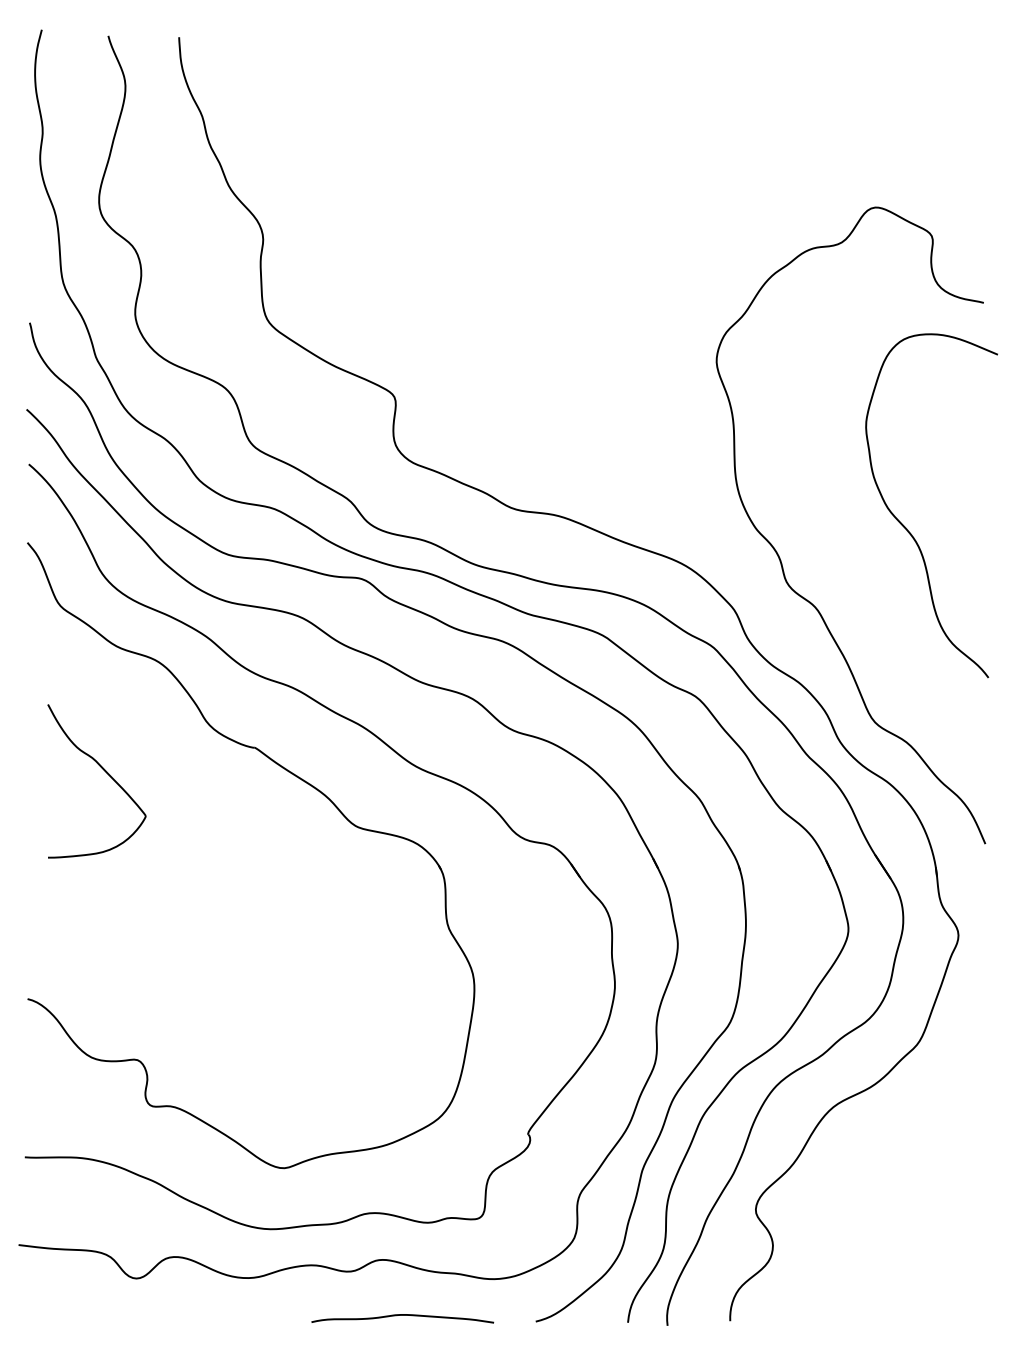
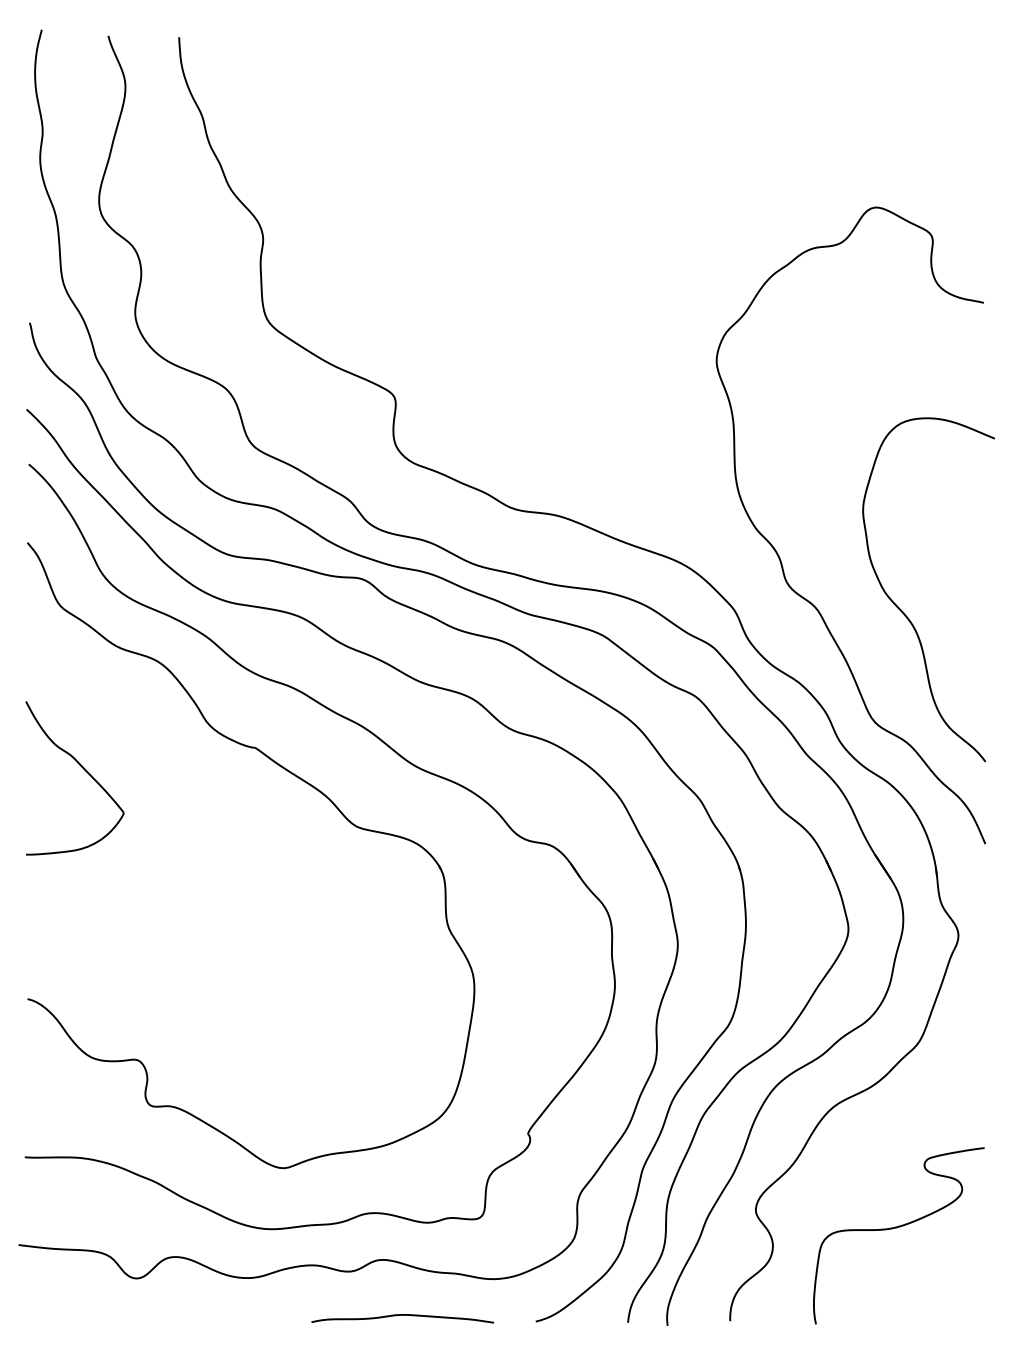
curve at (907, 528) position: (907, 528) -> (904, 612)
part at (105, 772) position: (105, 772) -> (83, 769)
curve at (896, 1228): none -> present
